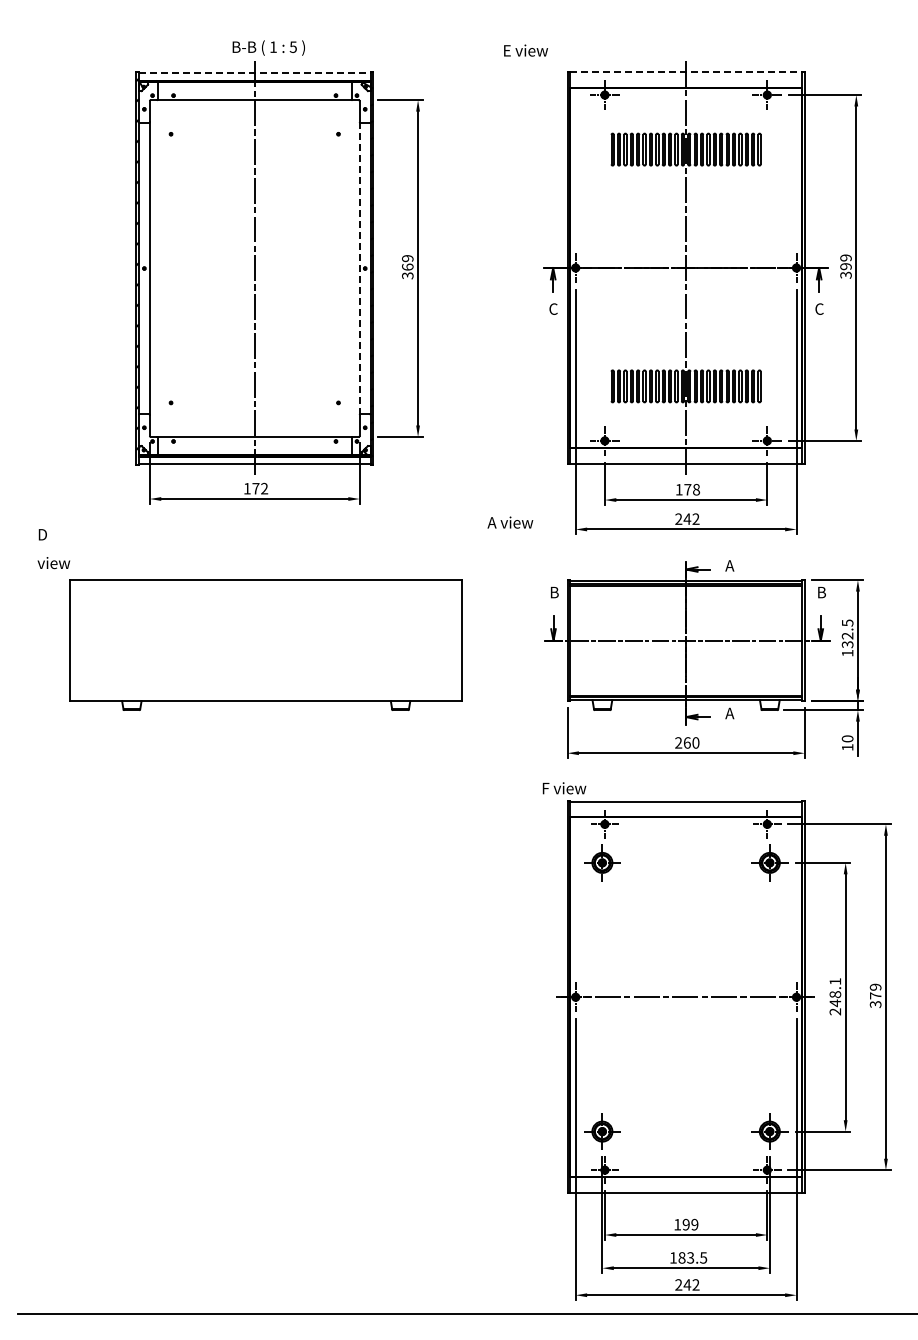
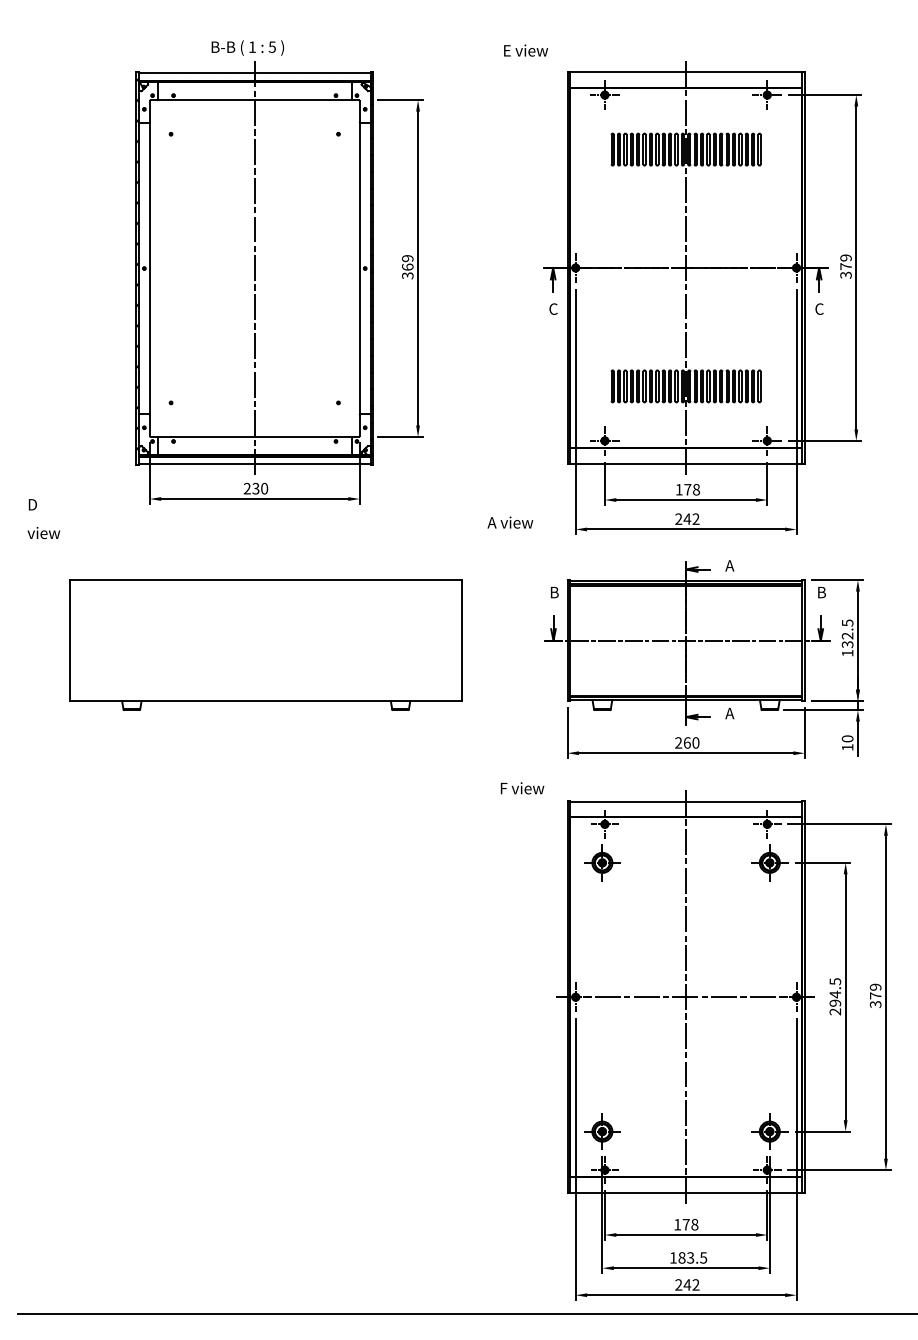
text at (268, 47) position: (268, 47) -> (247, 47)
line at (254, 72): dashed -> solid
line at (686, 72): dashed -> solid
text at (845, 266): 399 -> 379
line at (359, 269): dashed -> solid
text at (255, 488): 172 -> 230
text at (53, 549) position: (53, 549) -> (43, 519)
text at (564, 788) position: (564, 788) -> (522, 788)
text at (835, 992): 248.1 -> 294.5
line at (686, 997): none -> present
text at (690, 1224): 199 -> 178
